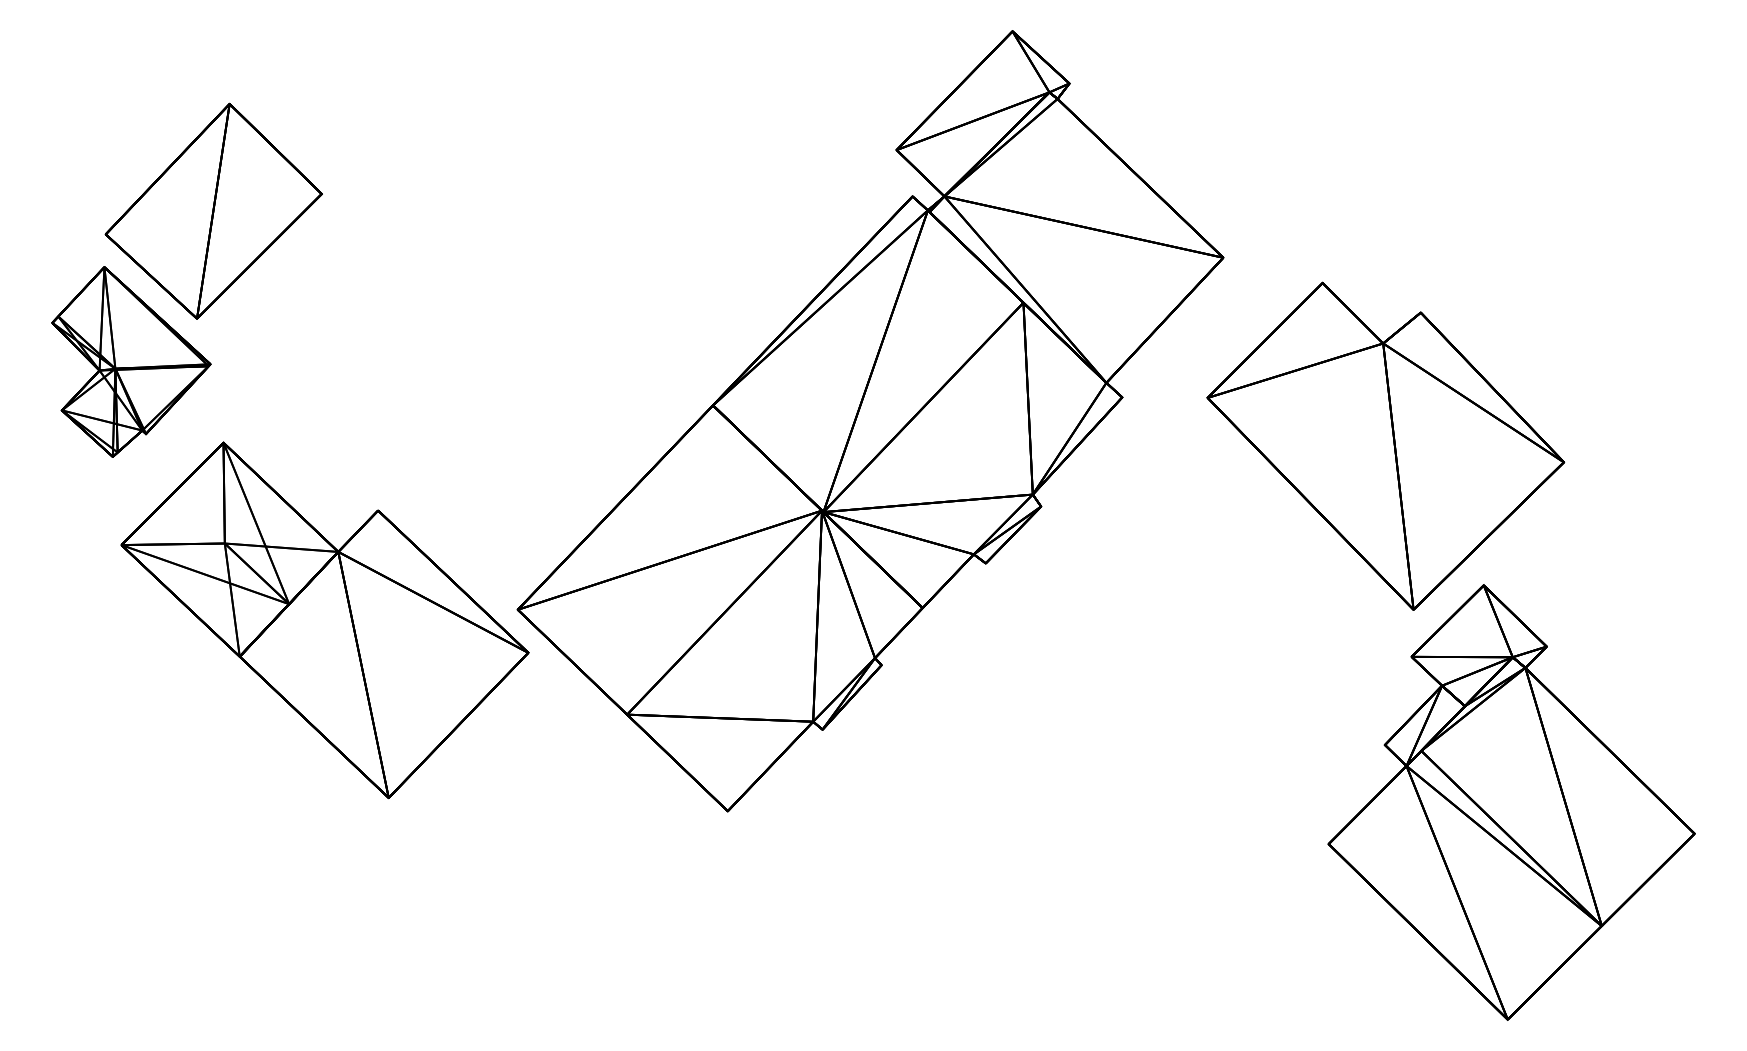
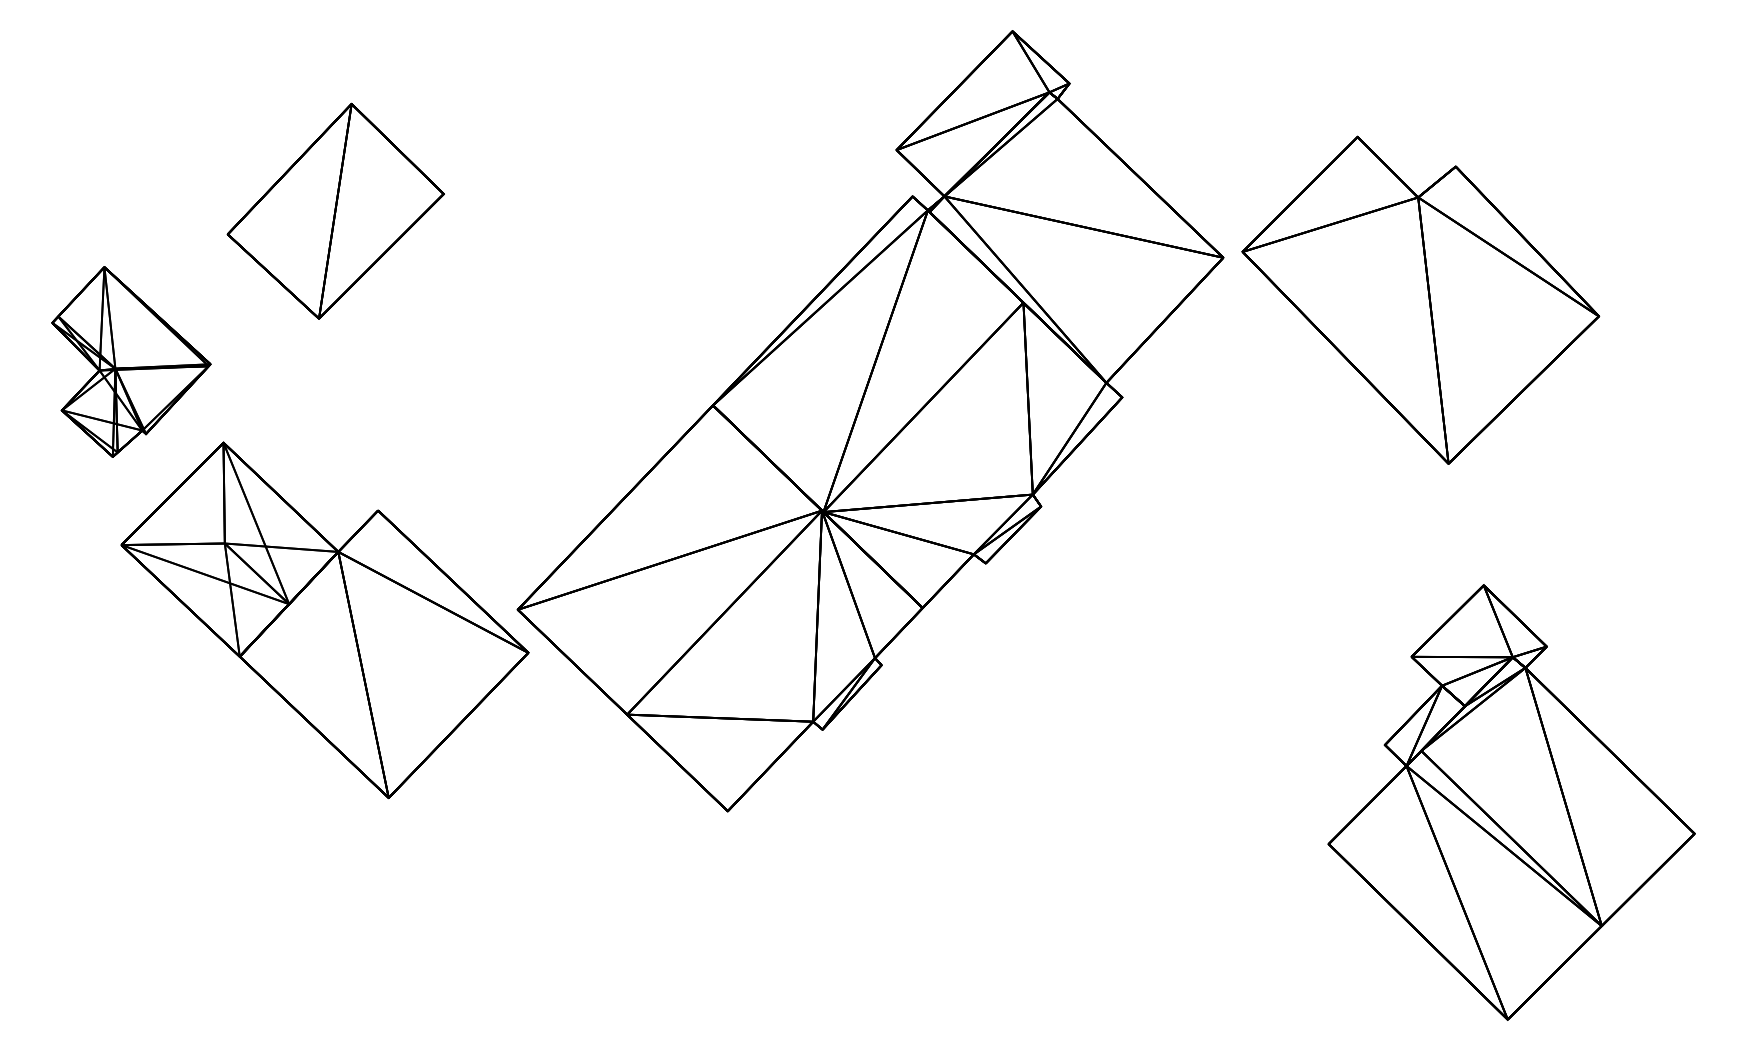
part at (213, 210) position: (213, 210) -> (335, 210)
part at (1385, 445) position: (1385, 445) -> (1420, 299)
